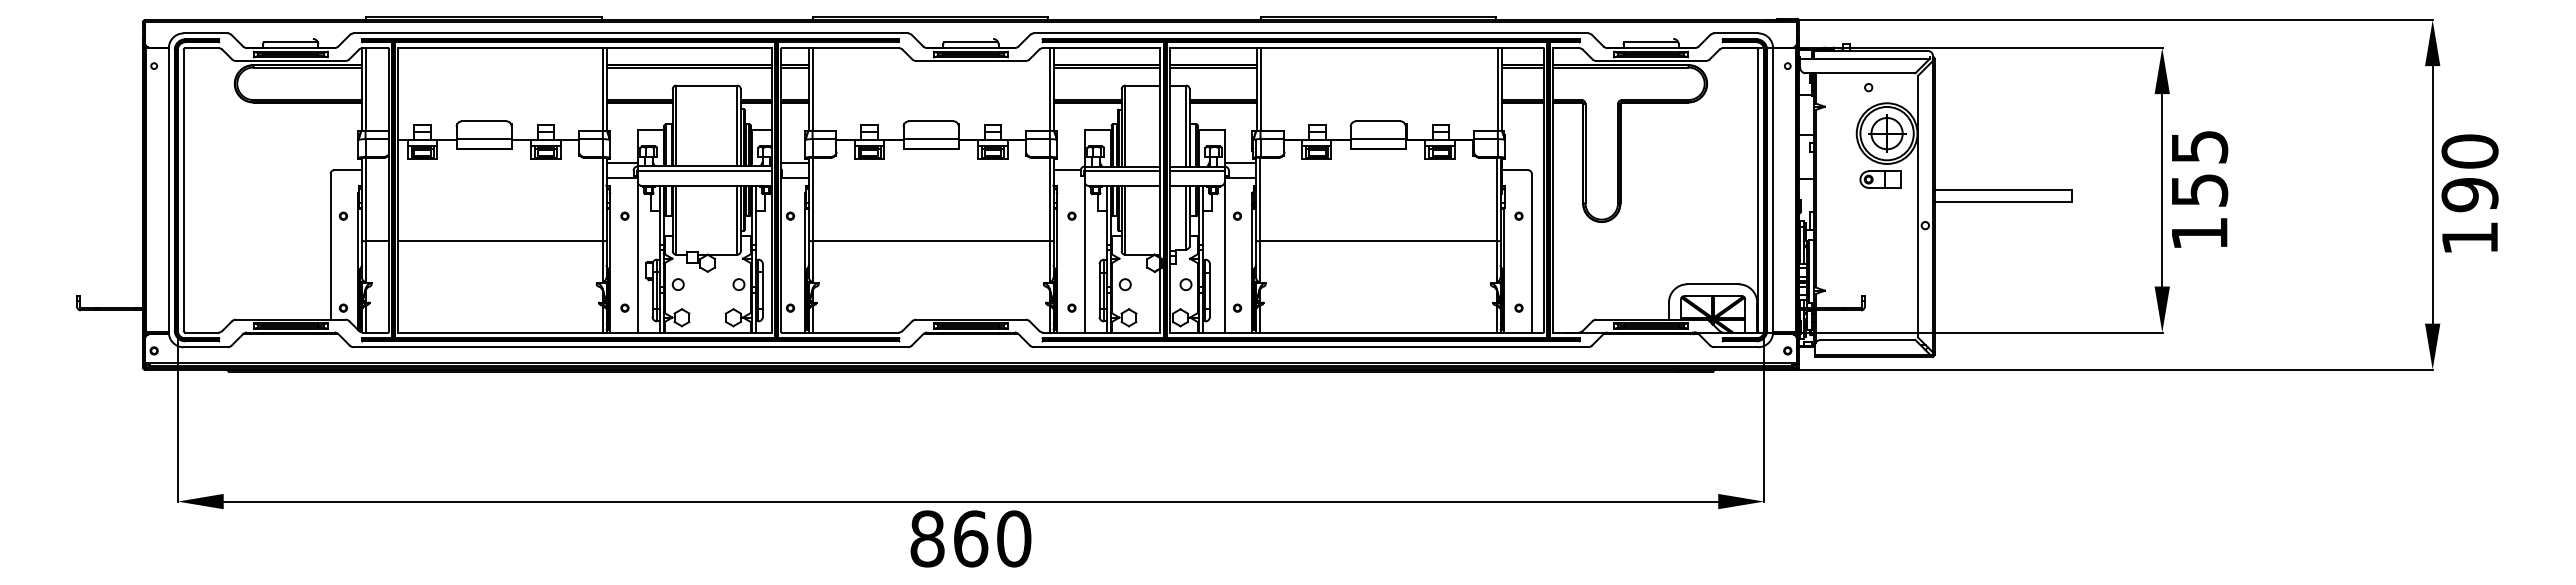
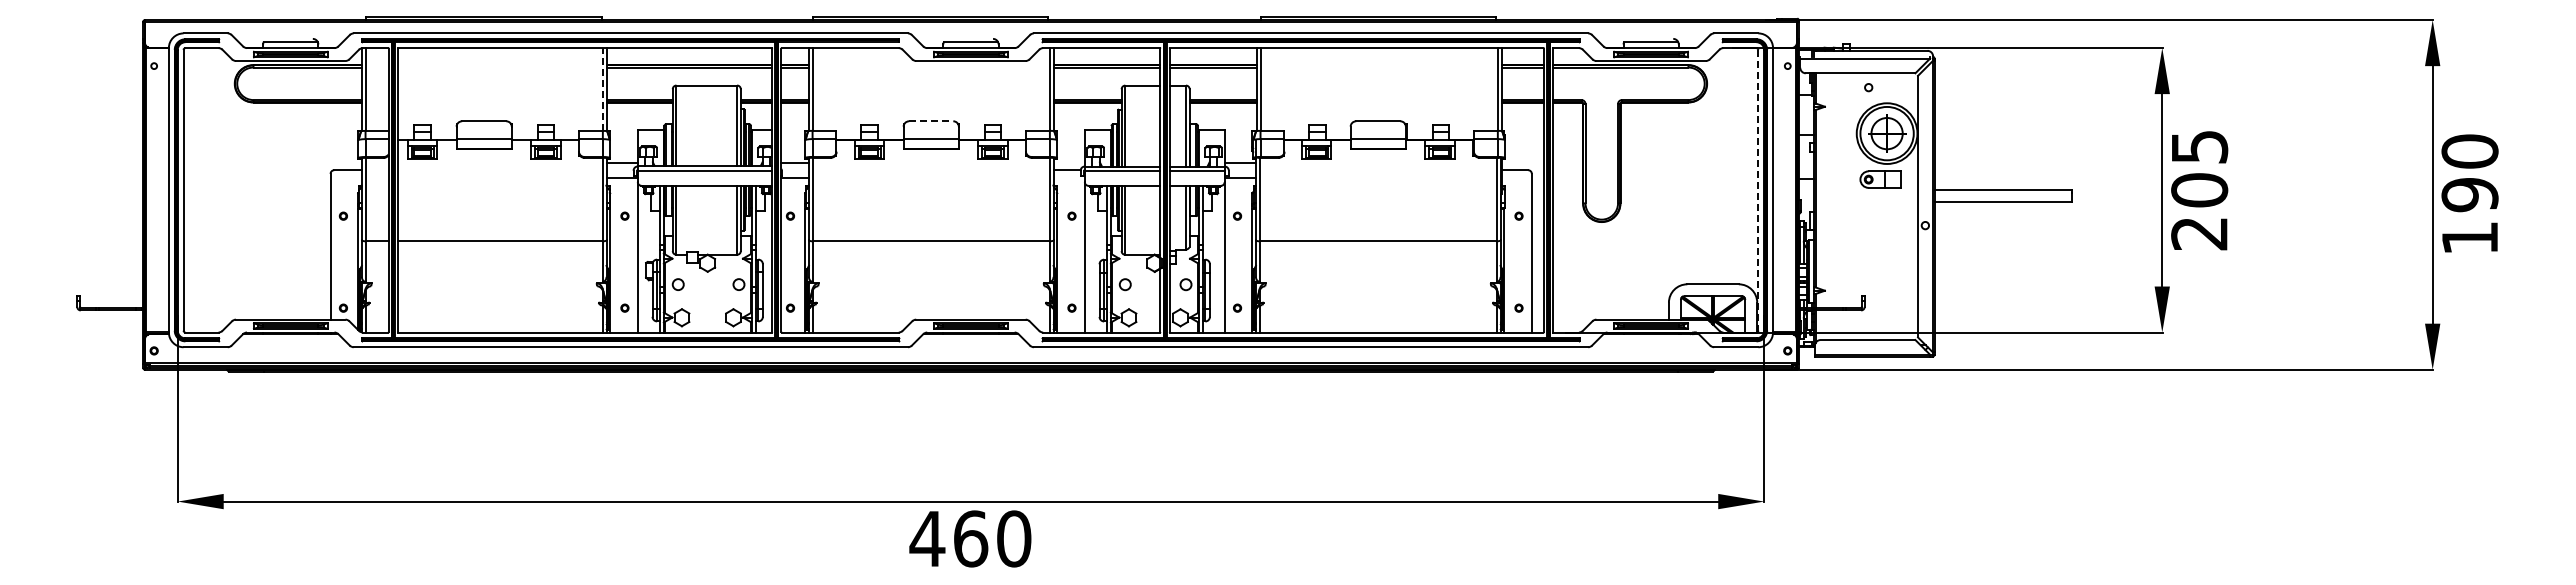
line at (602, 89): solid -> dashed
line at (931, 121): solid -> dashed
line at (1758, 190): solid -> dashed
text at (2199, 211): 155 -> 205
text at (927, 538): 860 -> 460
